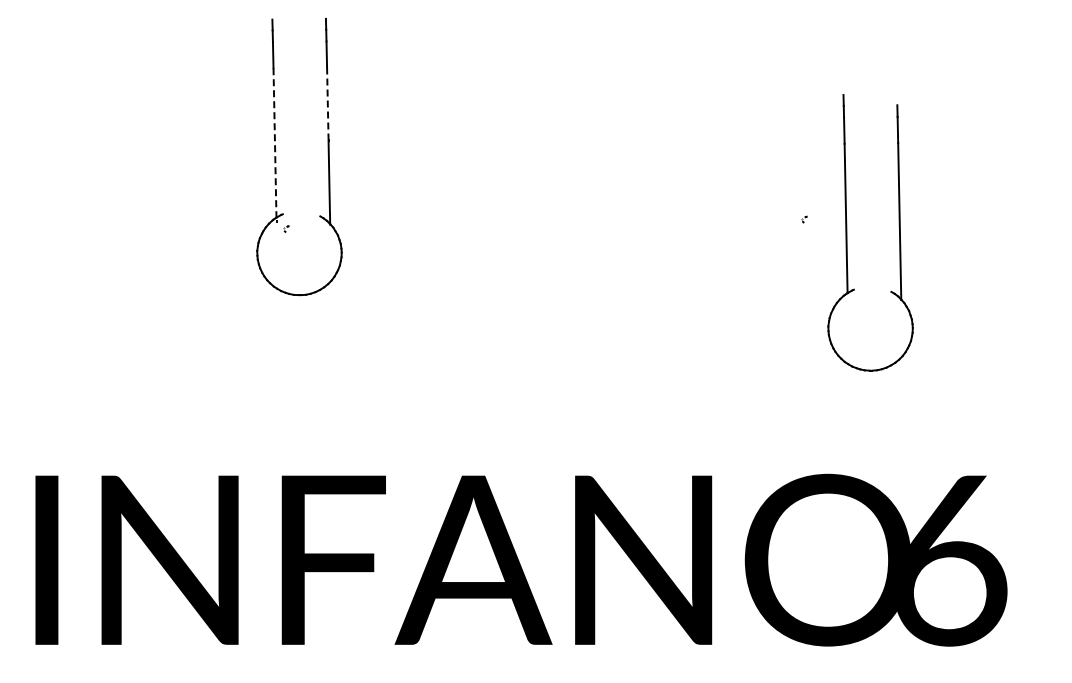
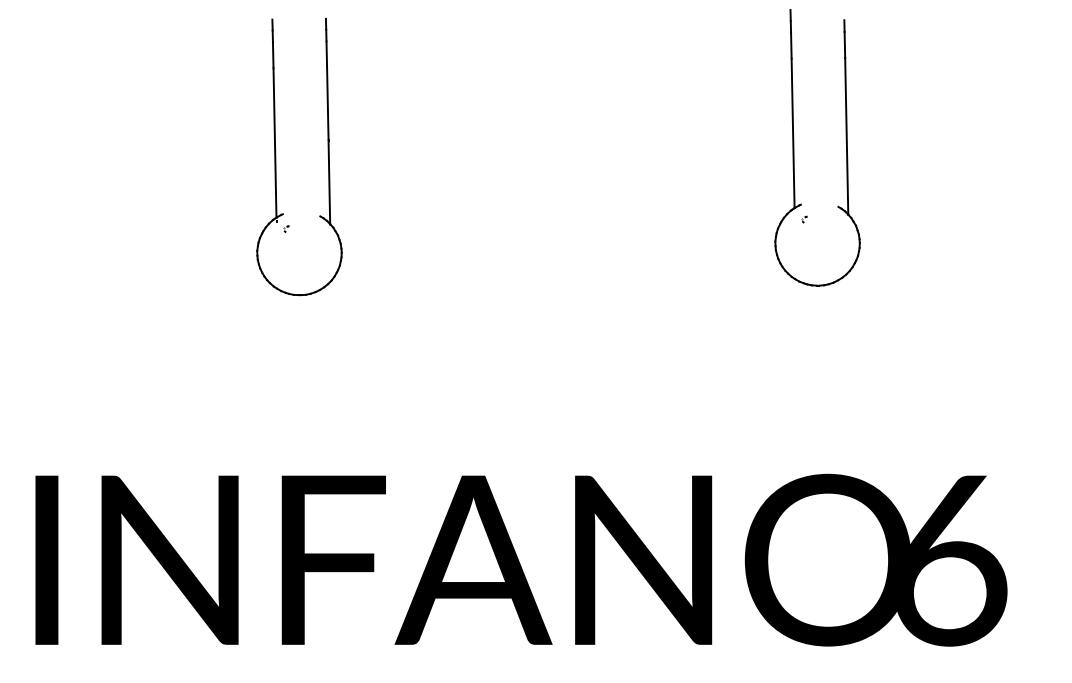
line at (327, 104): dashed -> solid
line at (275, 142): dashed -> solid
part at (847, 232) position: (847, 232) -> (794, 147)
